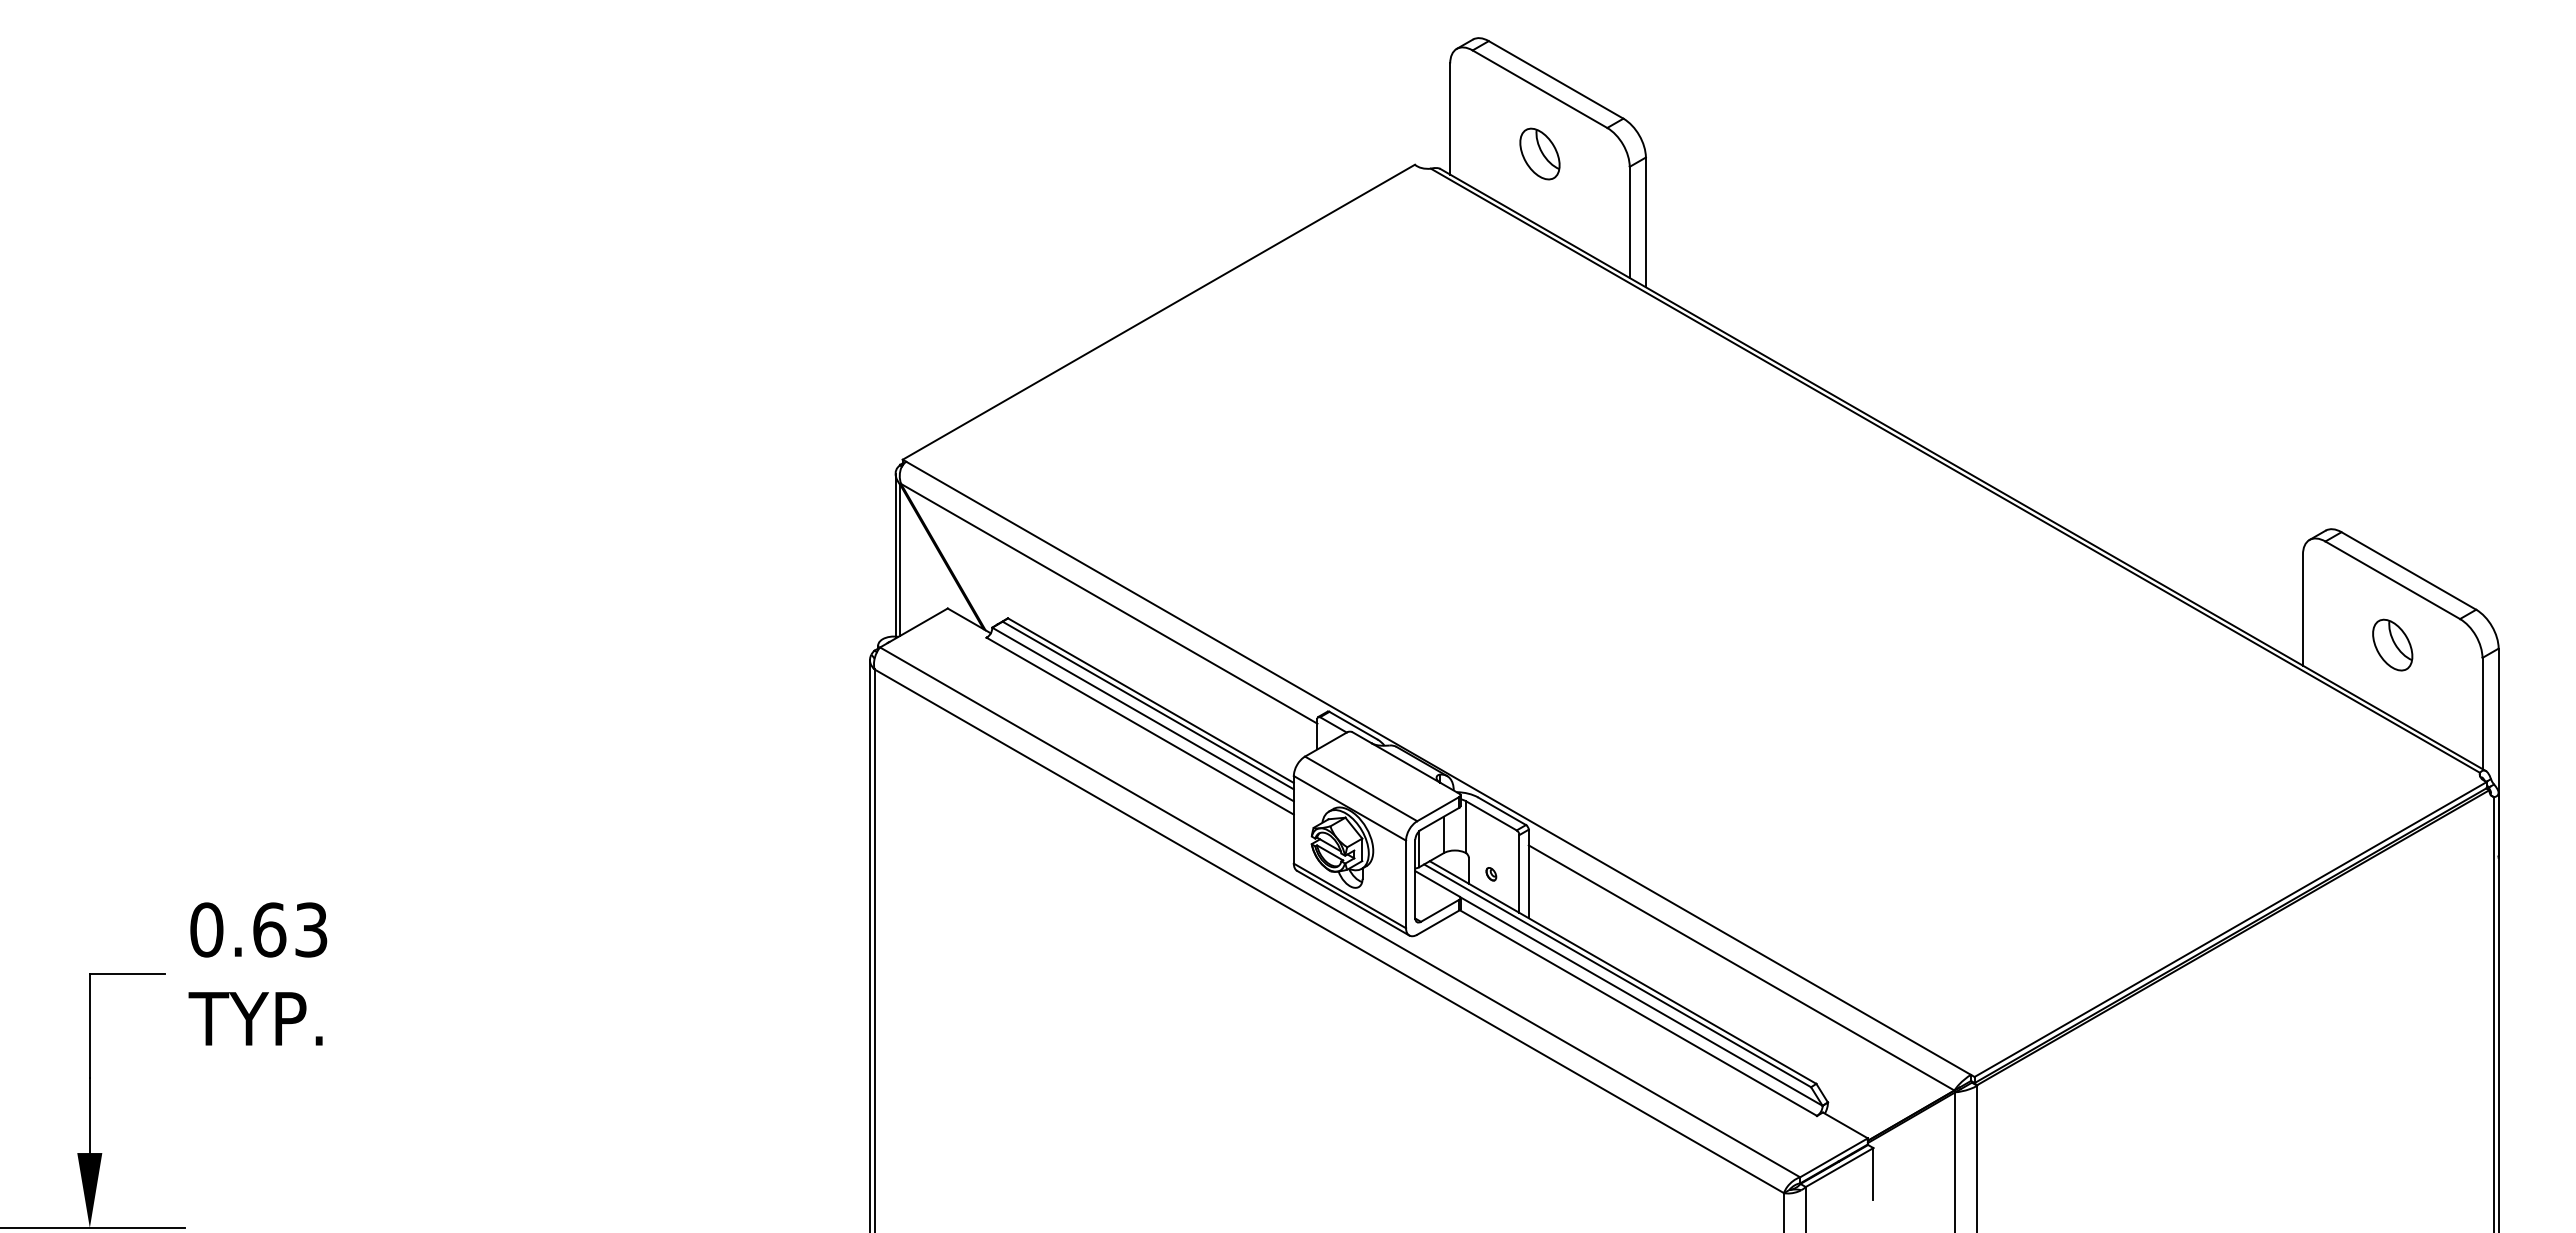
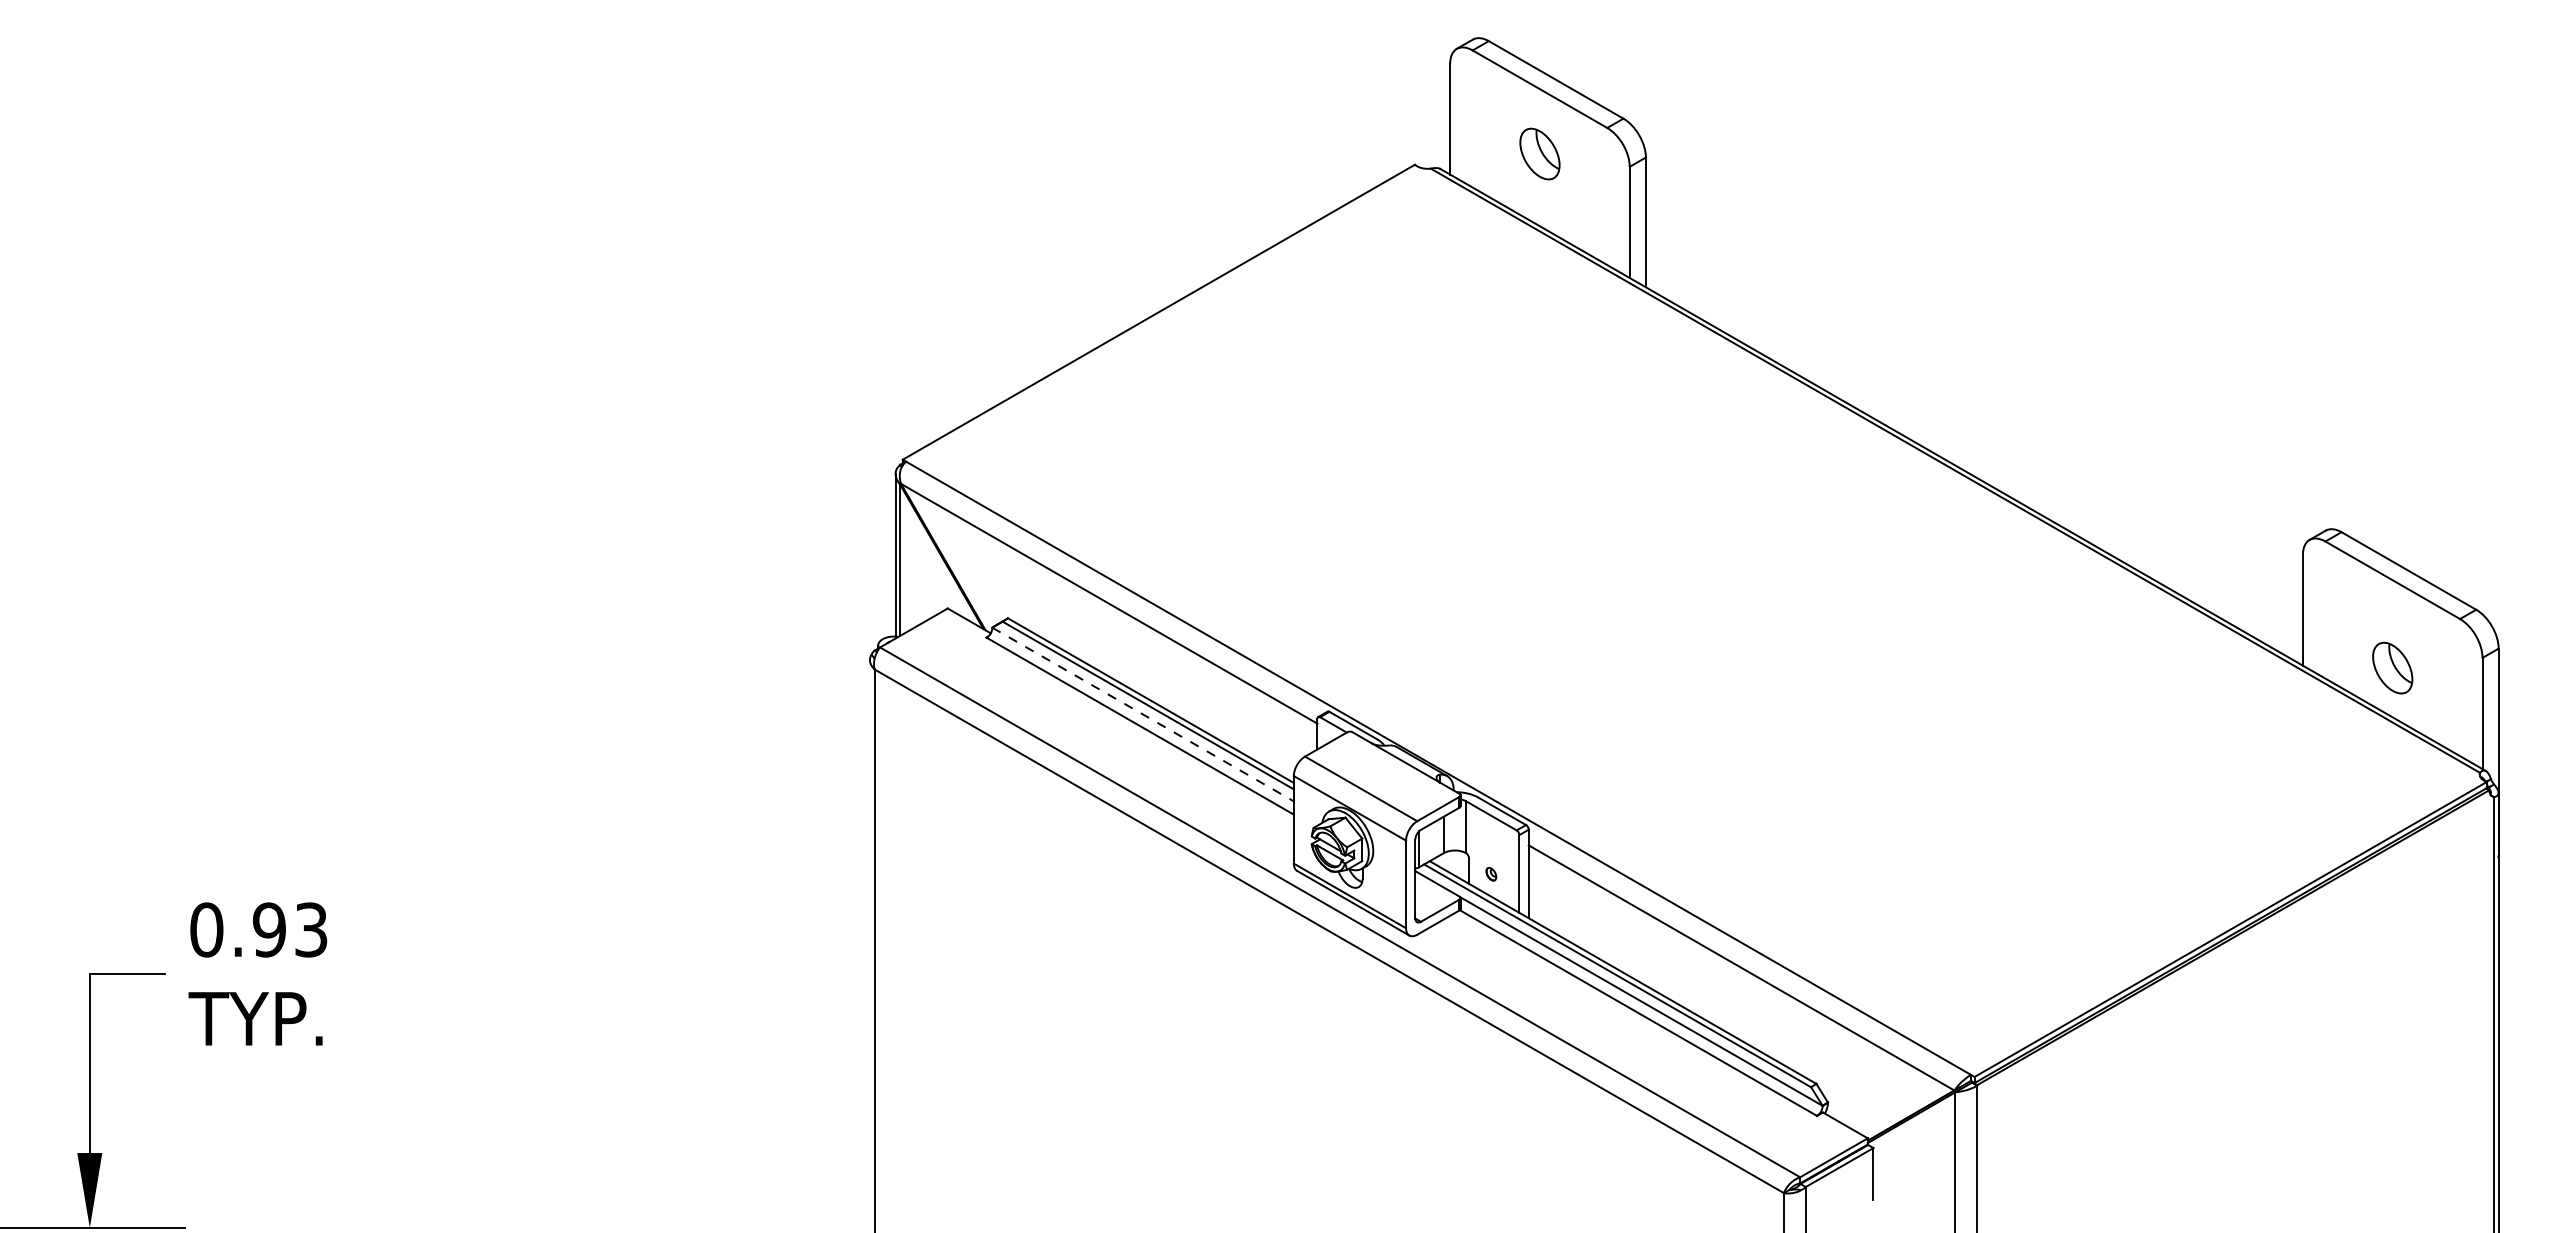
part at (2392, 644) position: (2392, 644) -> (2392, 667)
line at (1143, 714): solid -> dashed
text at (269, 929): 0.63 -> 0.93
line at (869, 944): present -> none
